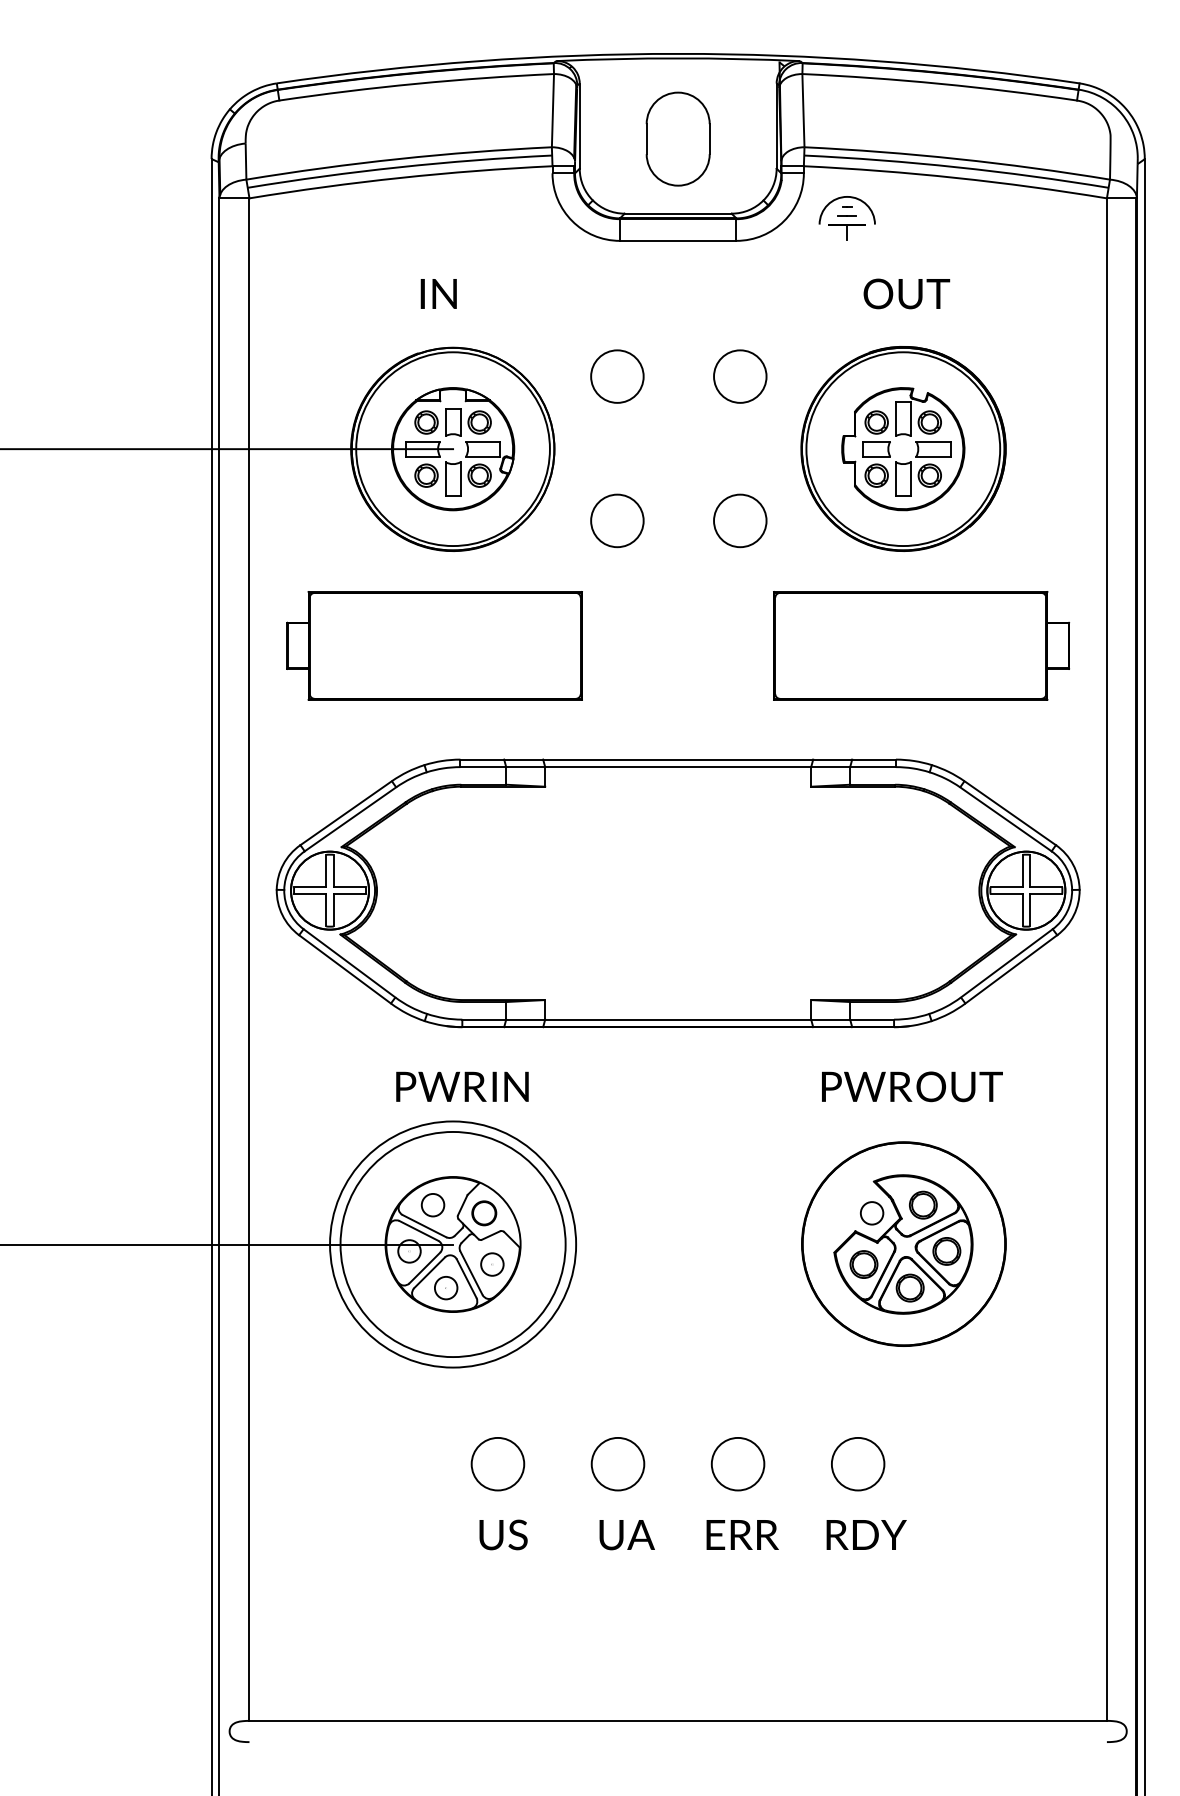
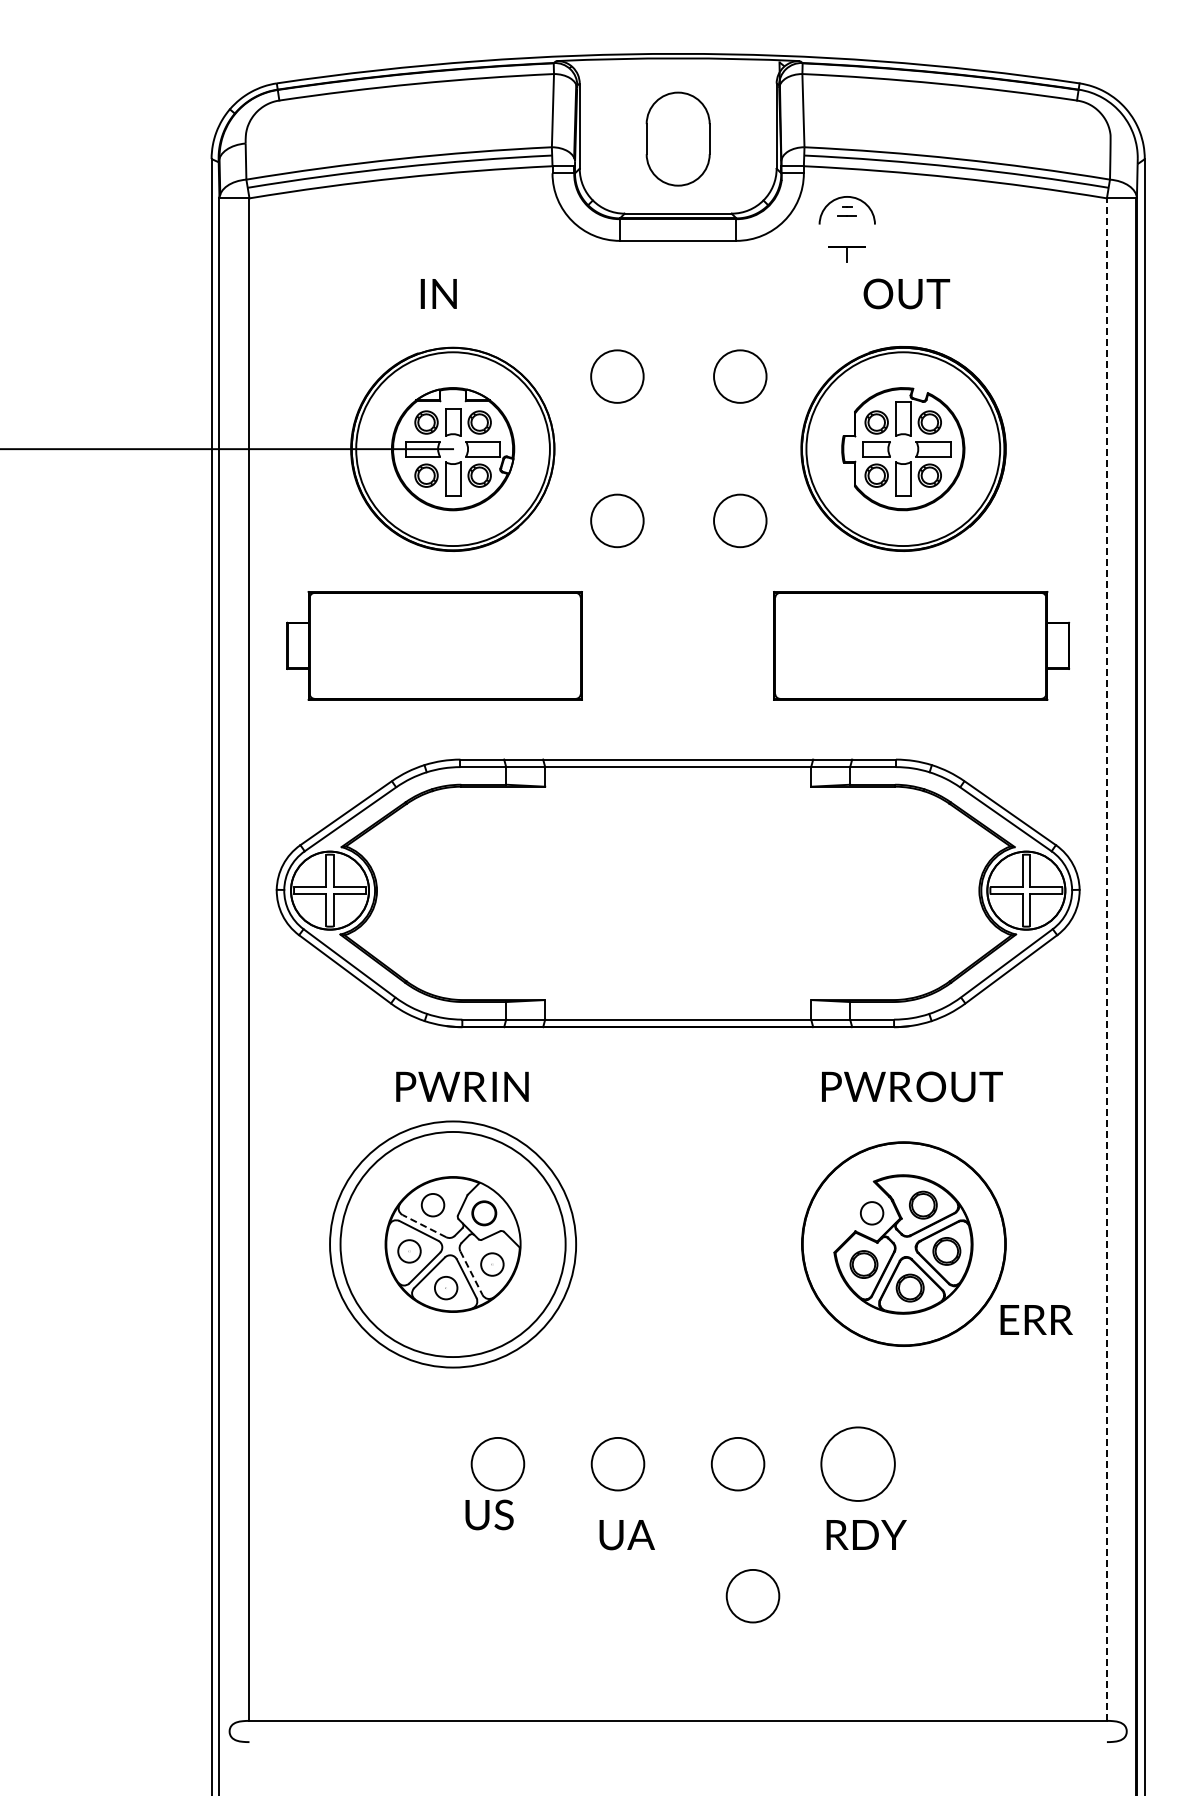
part at (846, 232) position: (846, 232) -> (846, 254)
line at (1106, 959): solid -> dashed
line at (424, 1225): solid -> dashed
line at (227, 1244): present -> none
line at (471, 1273): solid -> dashed
circle at (857, 1463) diameter: 53 px -> 74 px
text at (503, 1534) position: (503, 1534) -> (489, 1514)
text at (742, 1534) position: (742, 1534) -> (1036, 1319)
circle at (752, 1596): none -> present
